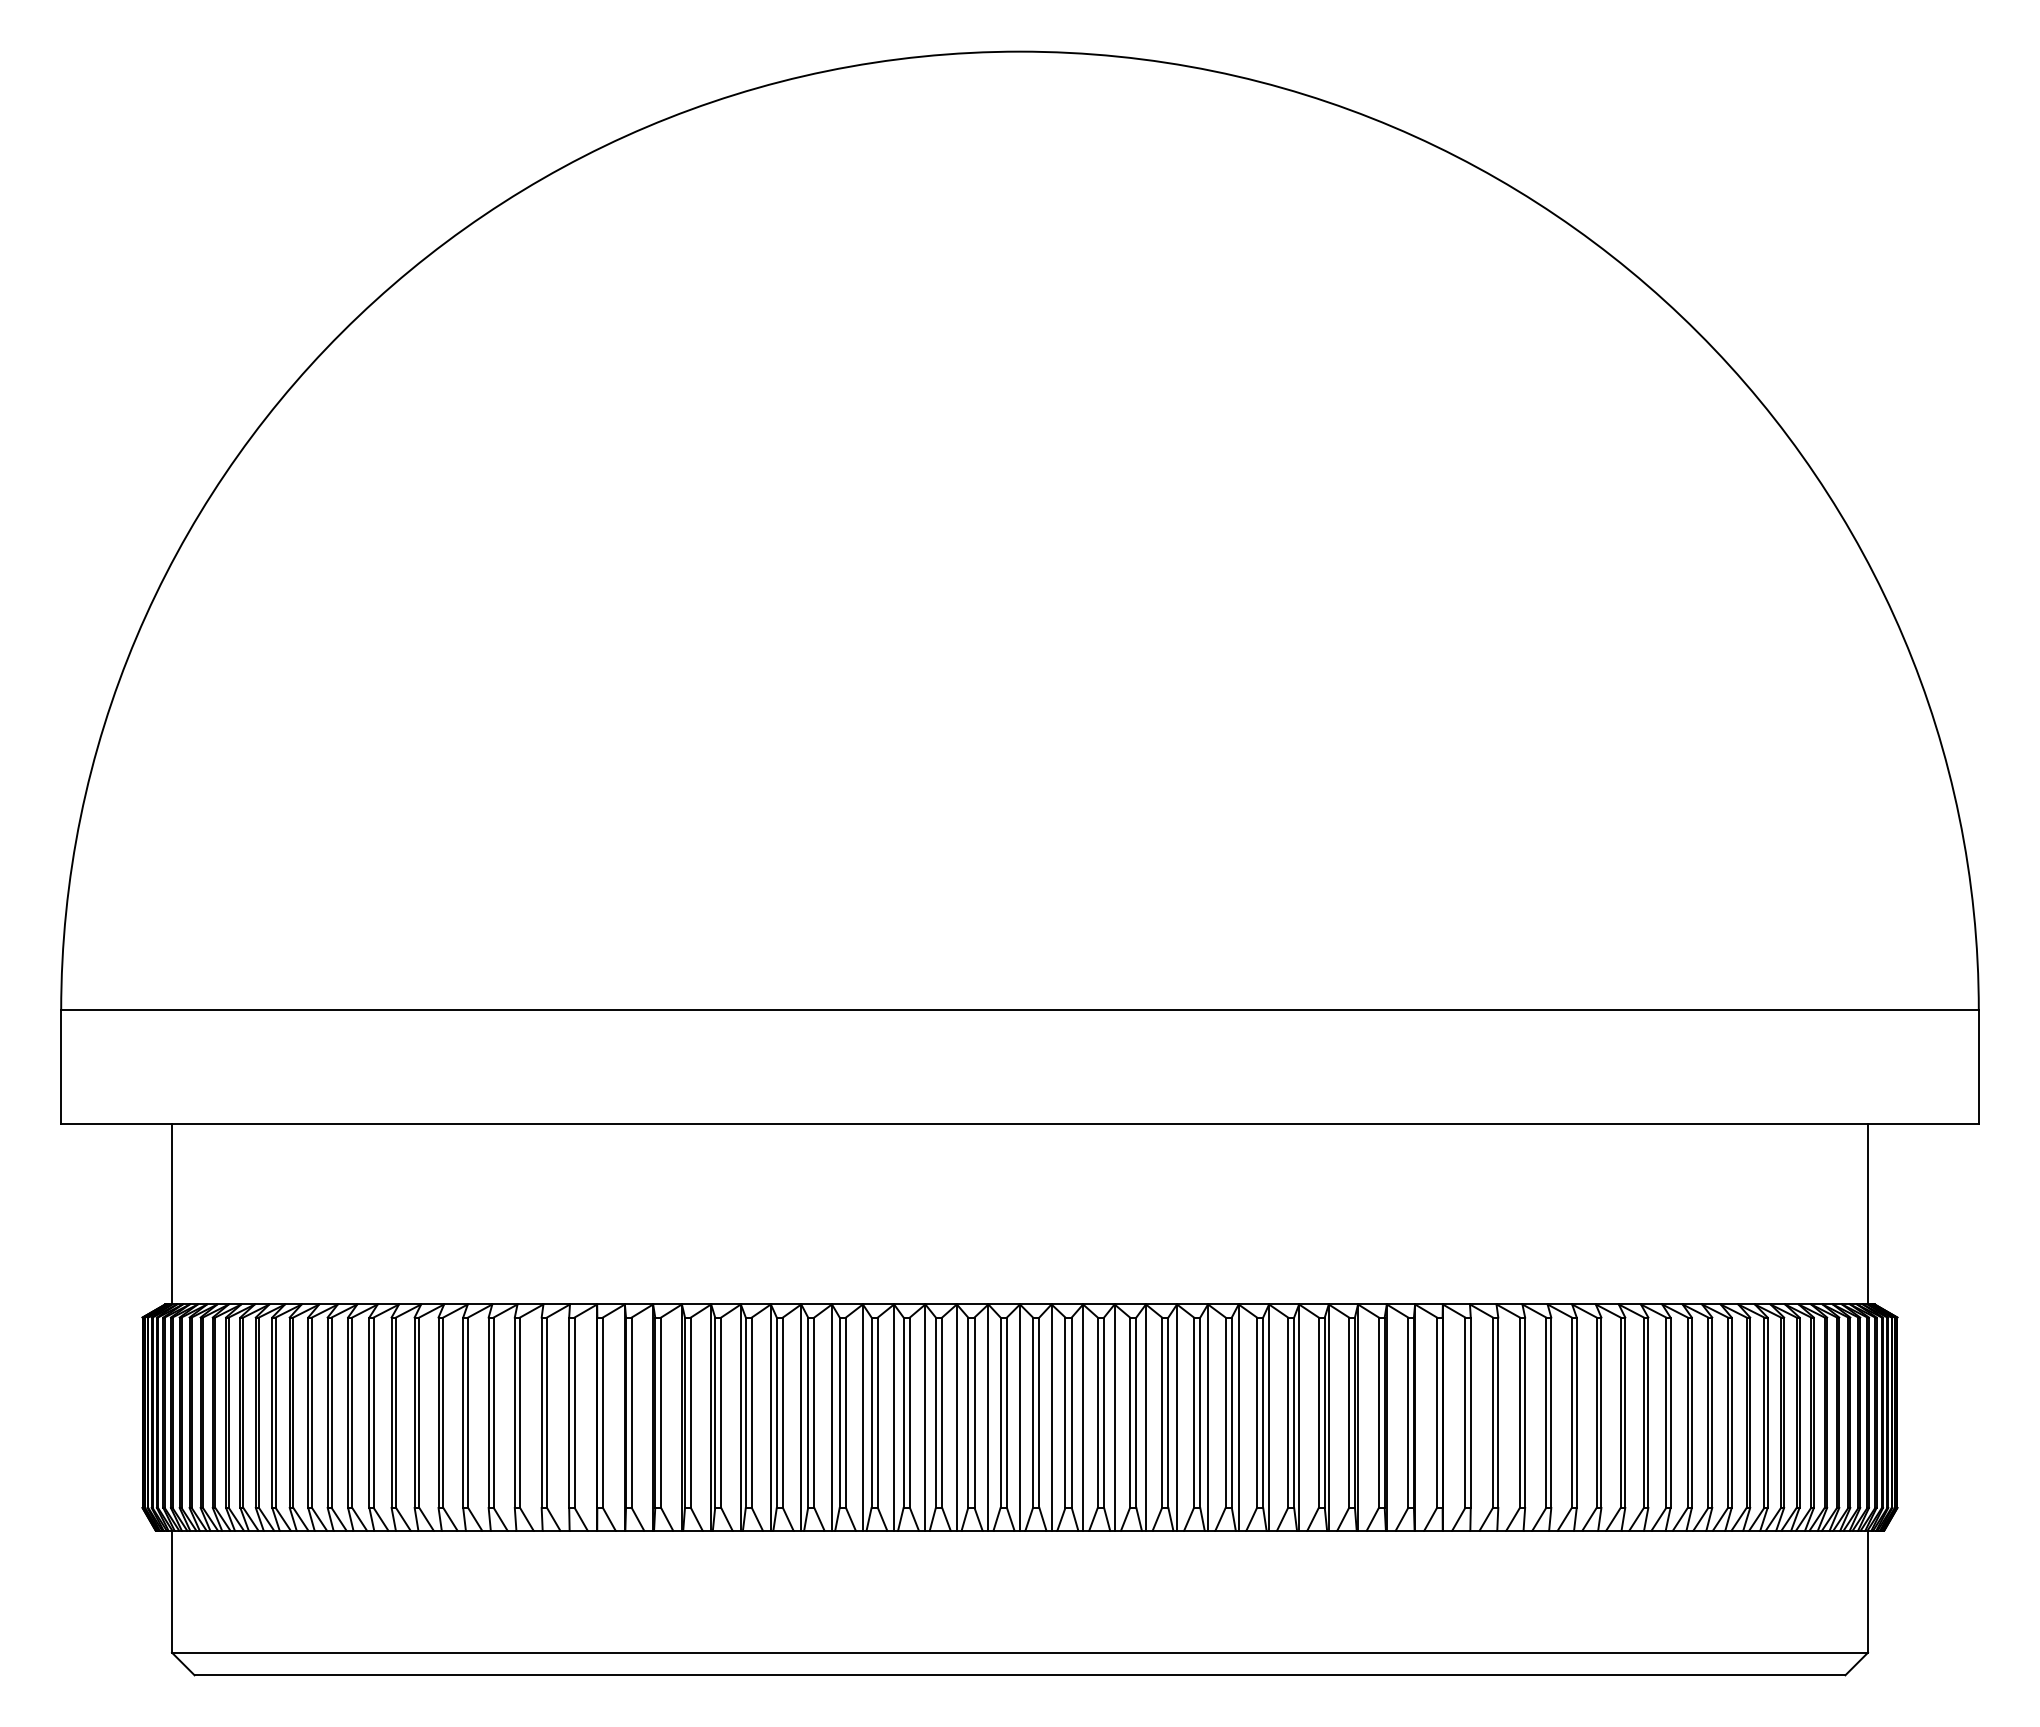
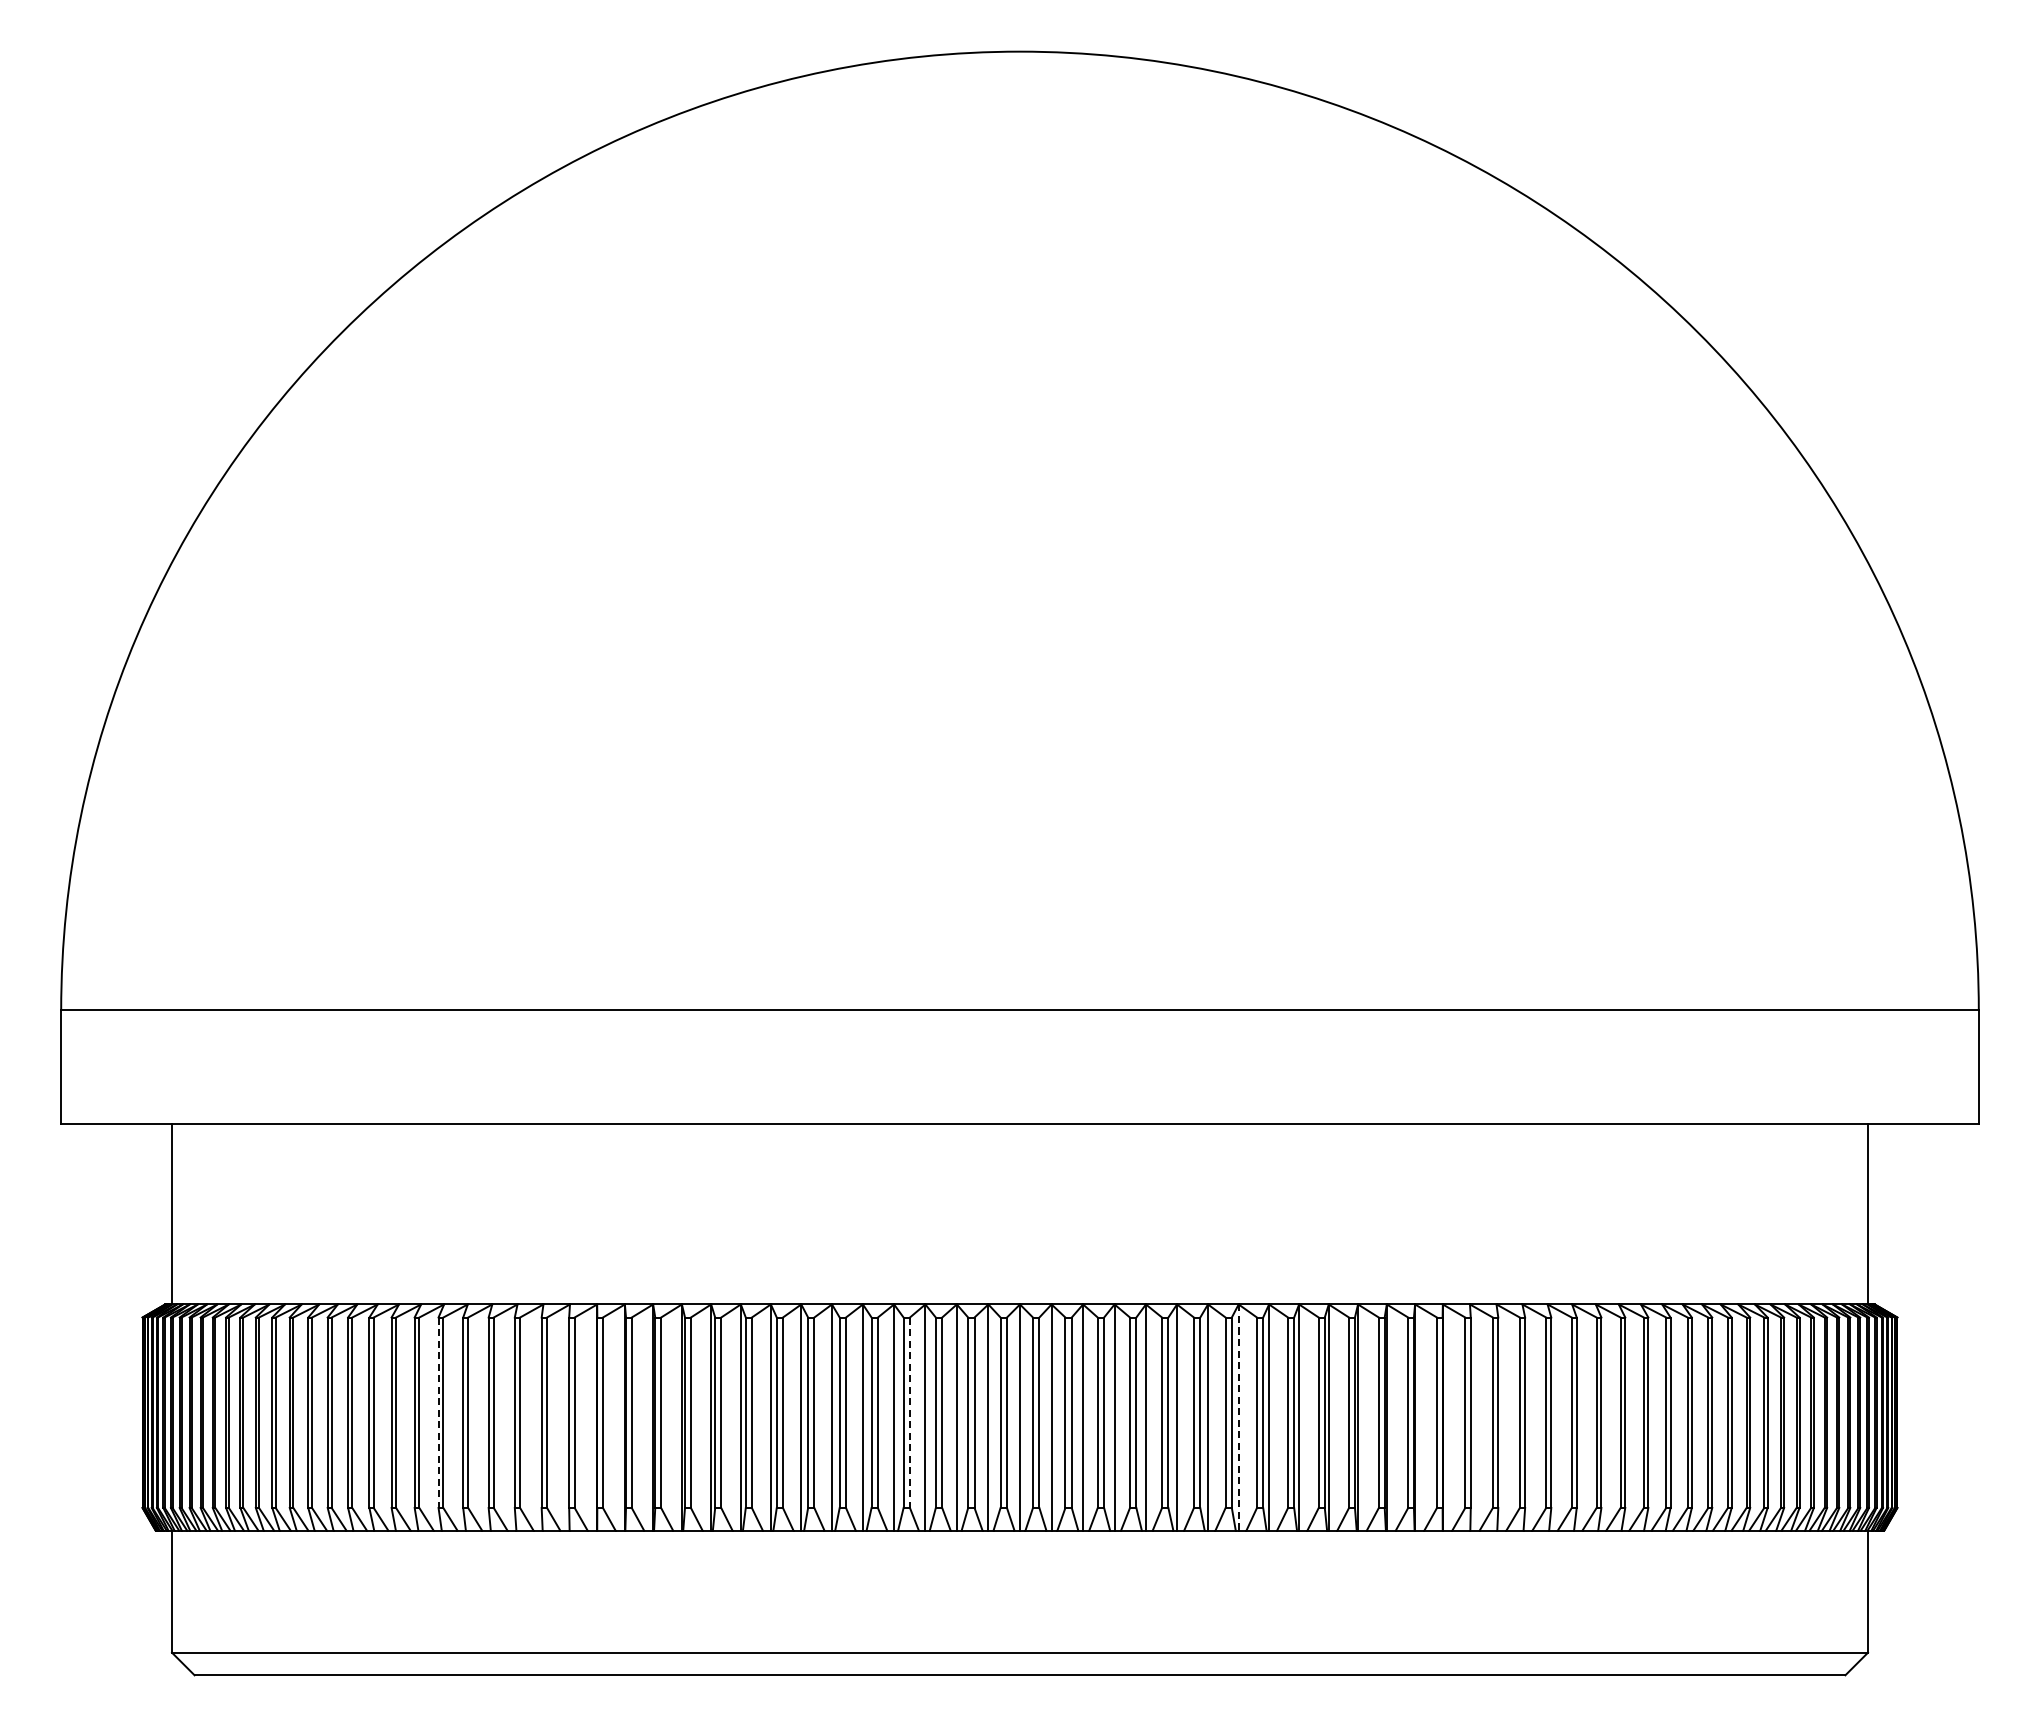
line at (438, 1413): solid -> dashed
line at (909, 1413): solid -> dashed
line at (1238, 1418): solid -> dashed
